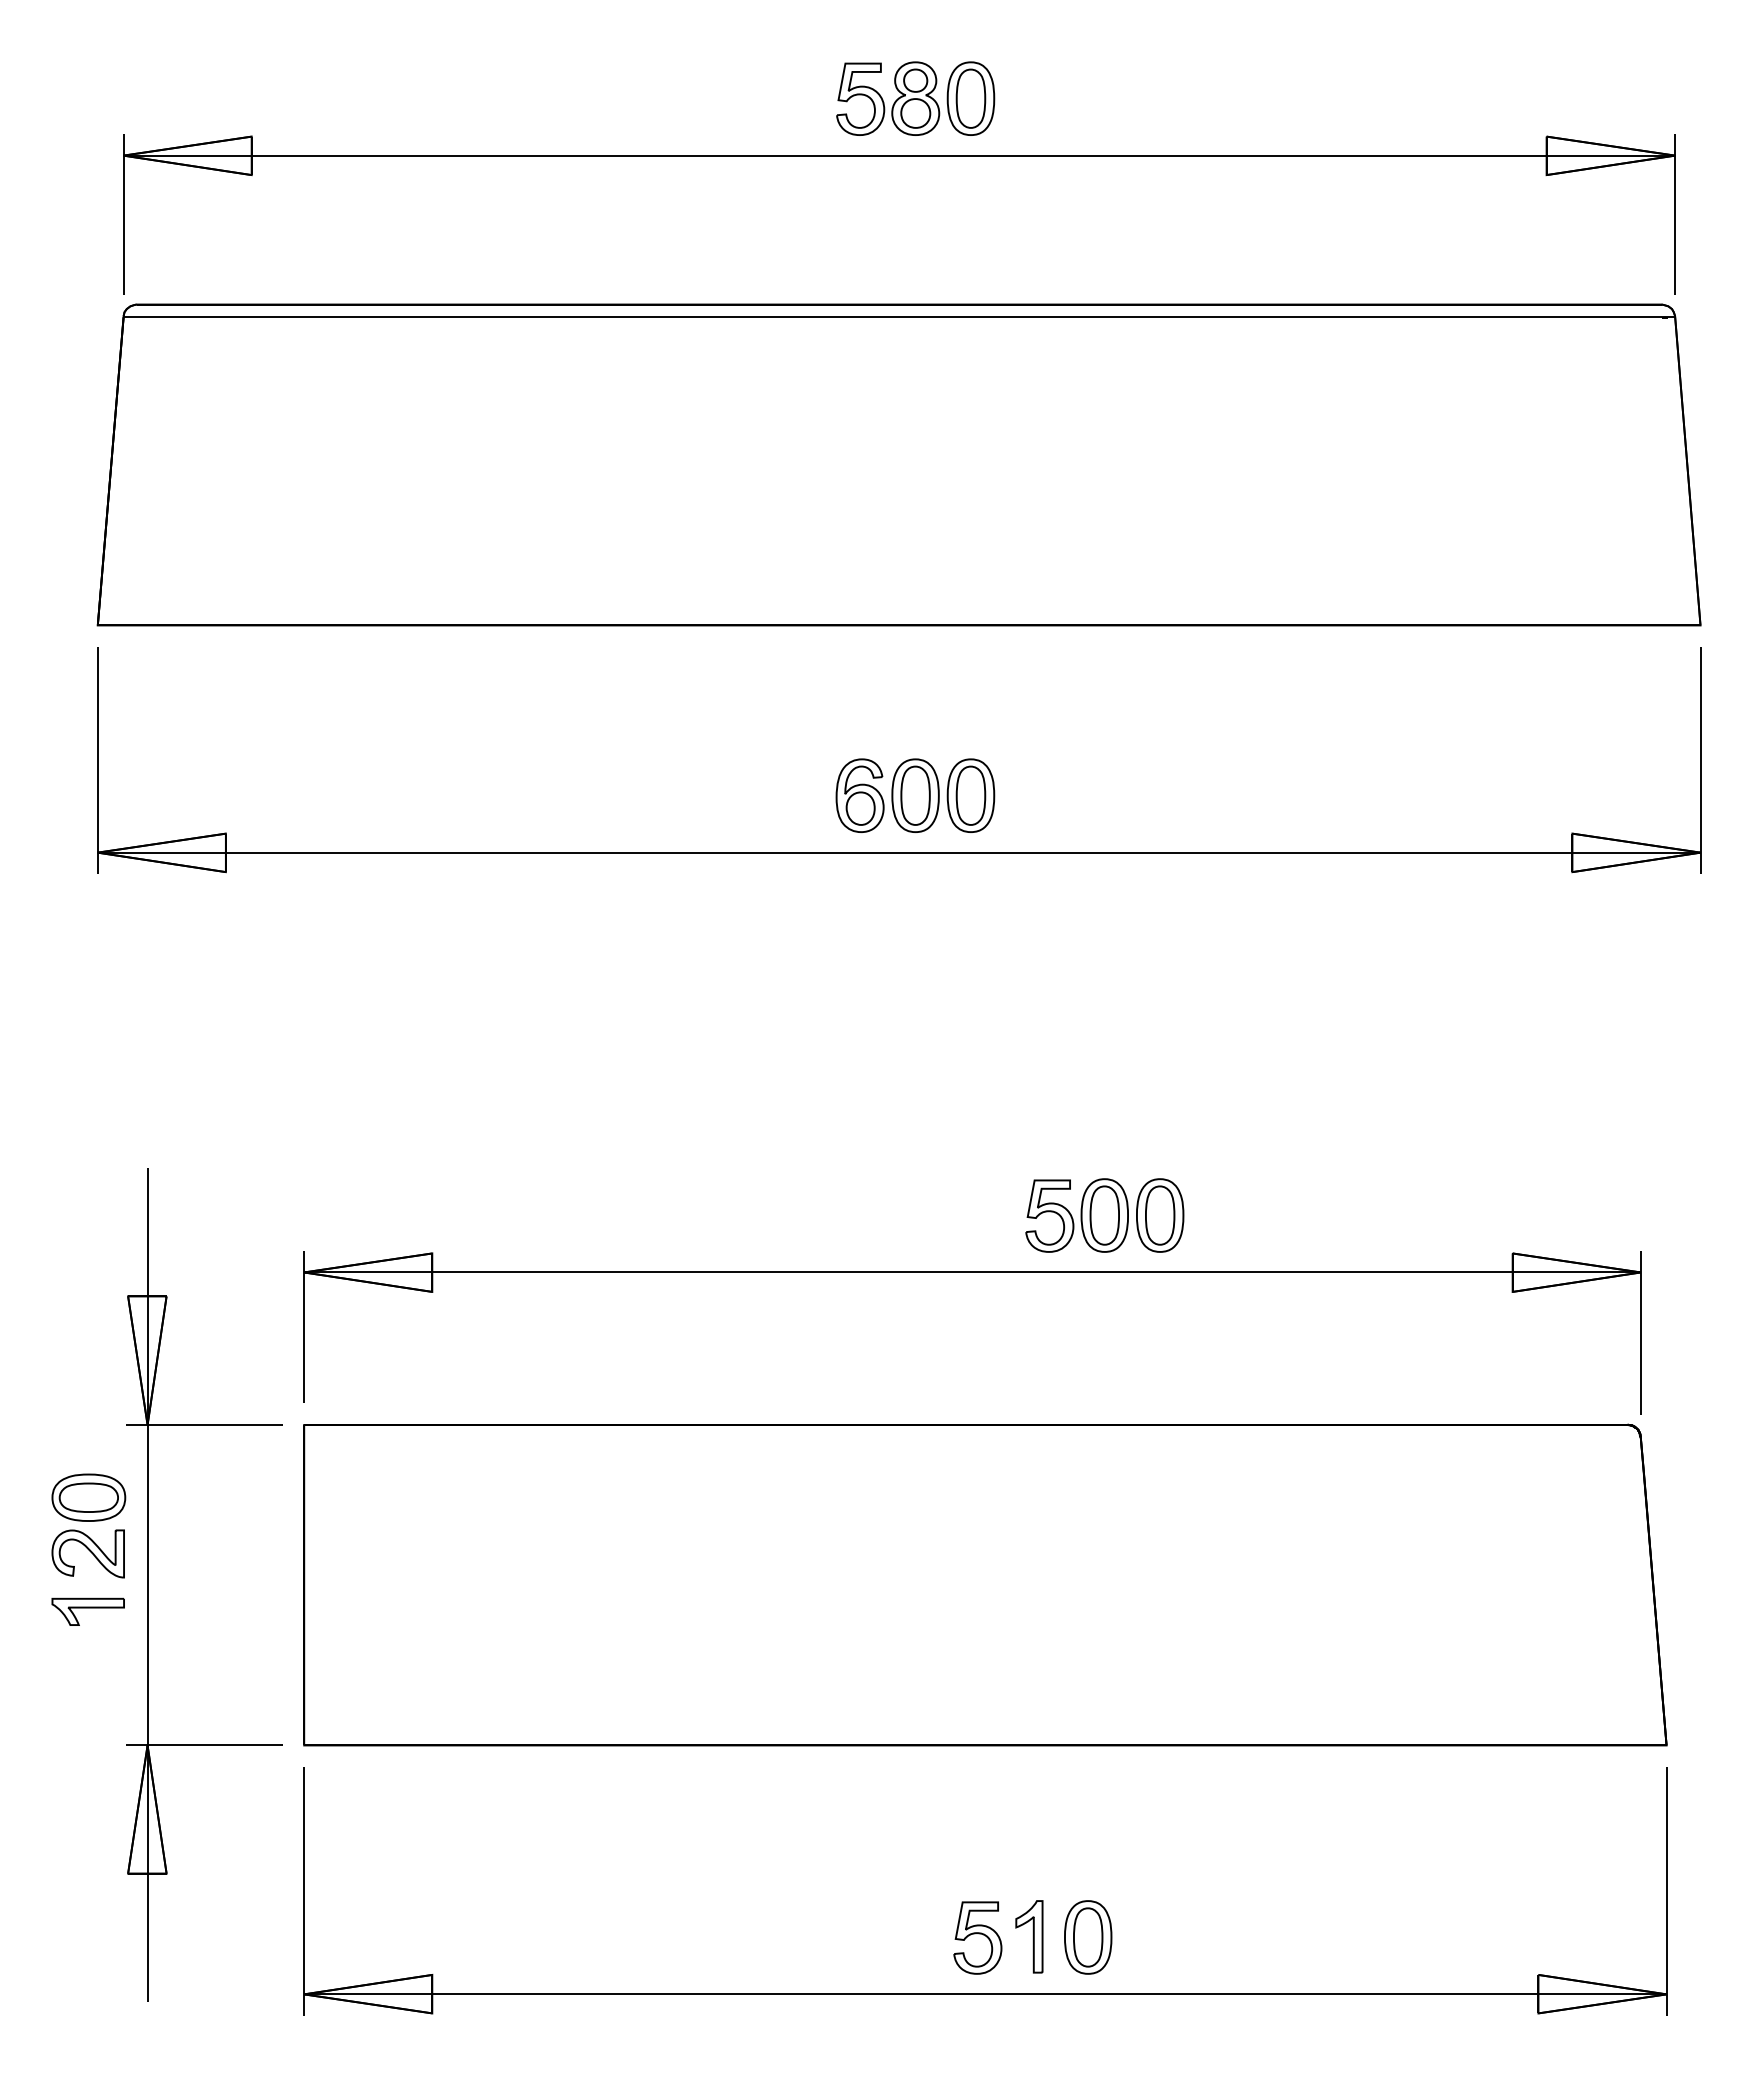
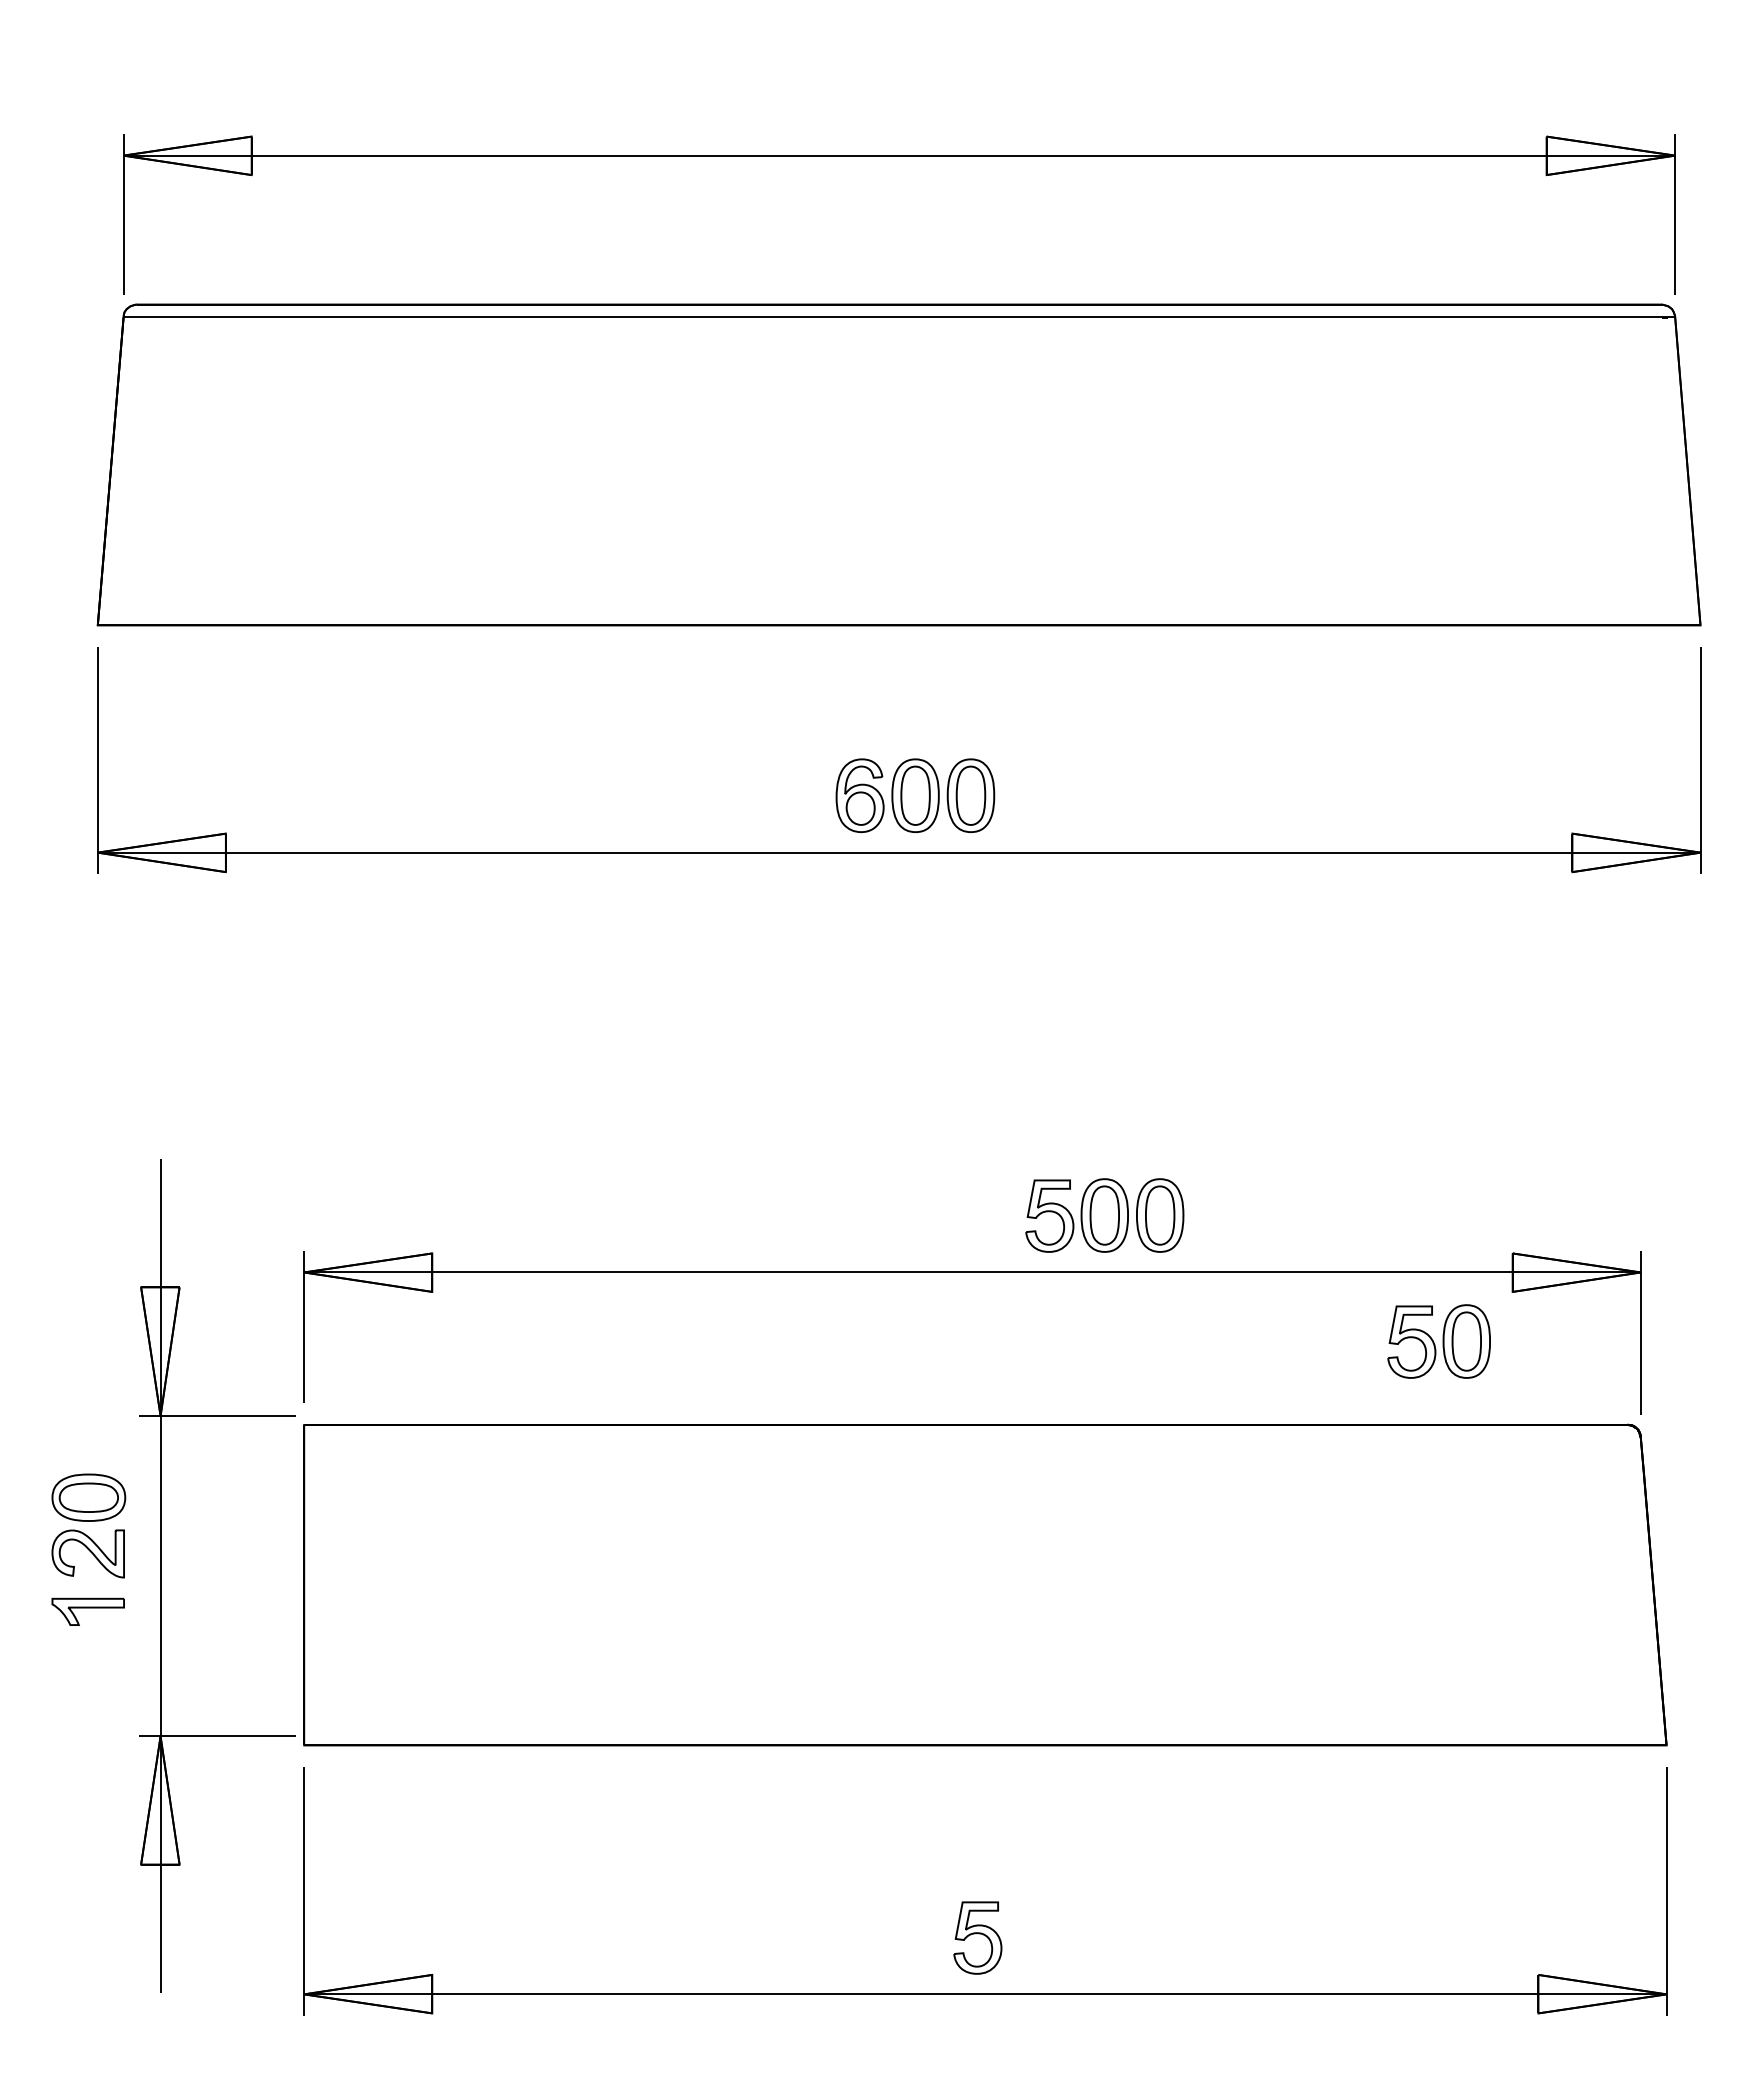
part at (915, 98): present -> none
part at (1438, 1341): none -> present
part at (148, 1584) position: (148, 1584) -> (161, 1575)
part at (1029, 1936): present -> none
part at (1088, 1937): present -> none
